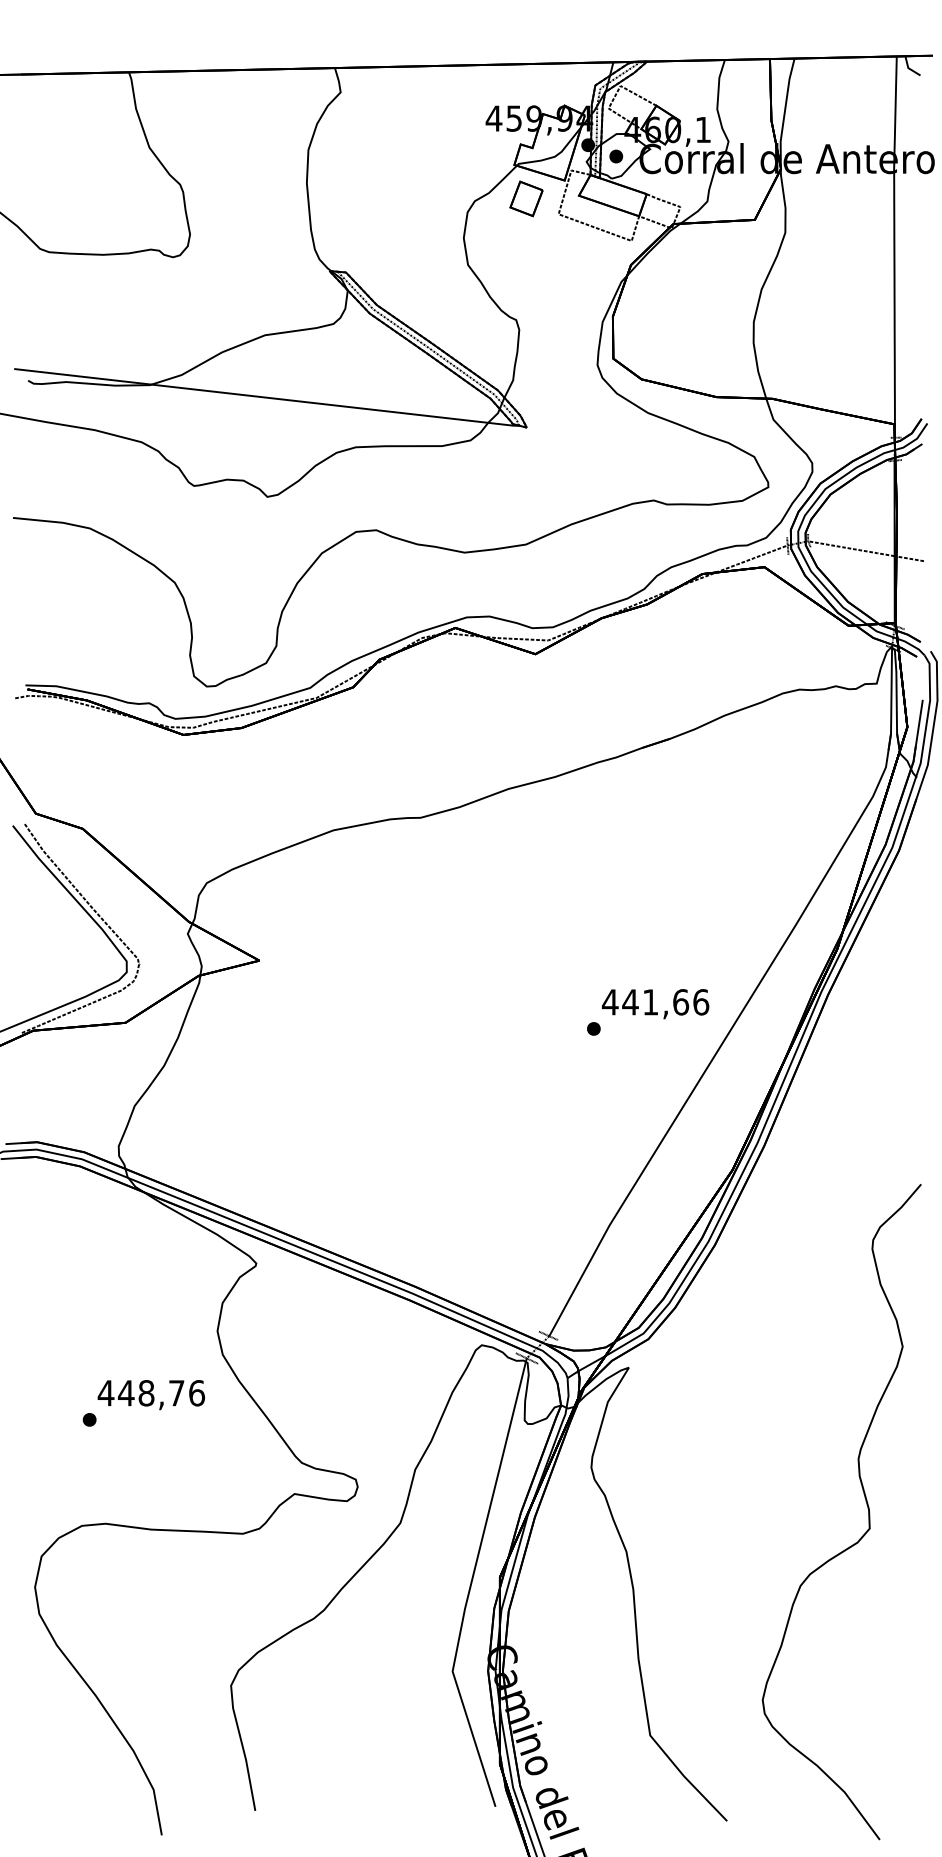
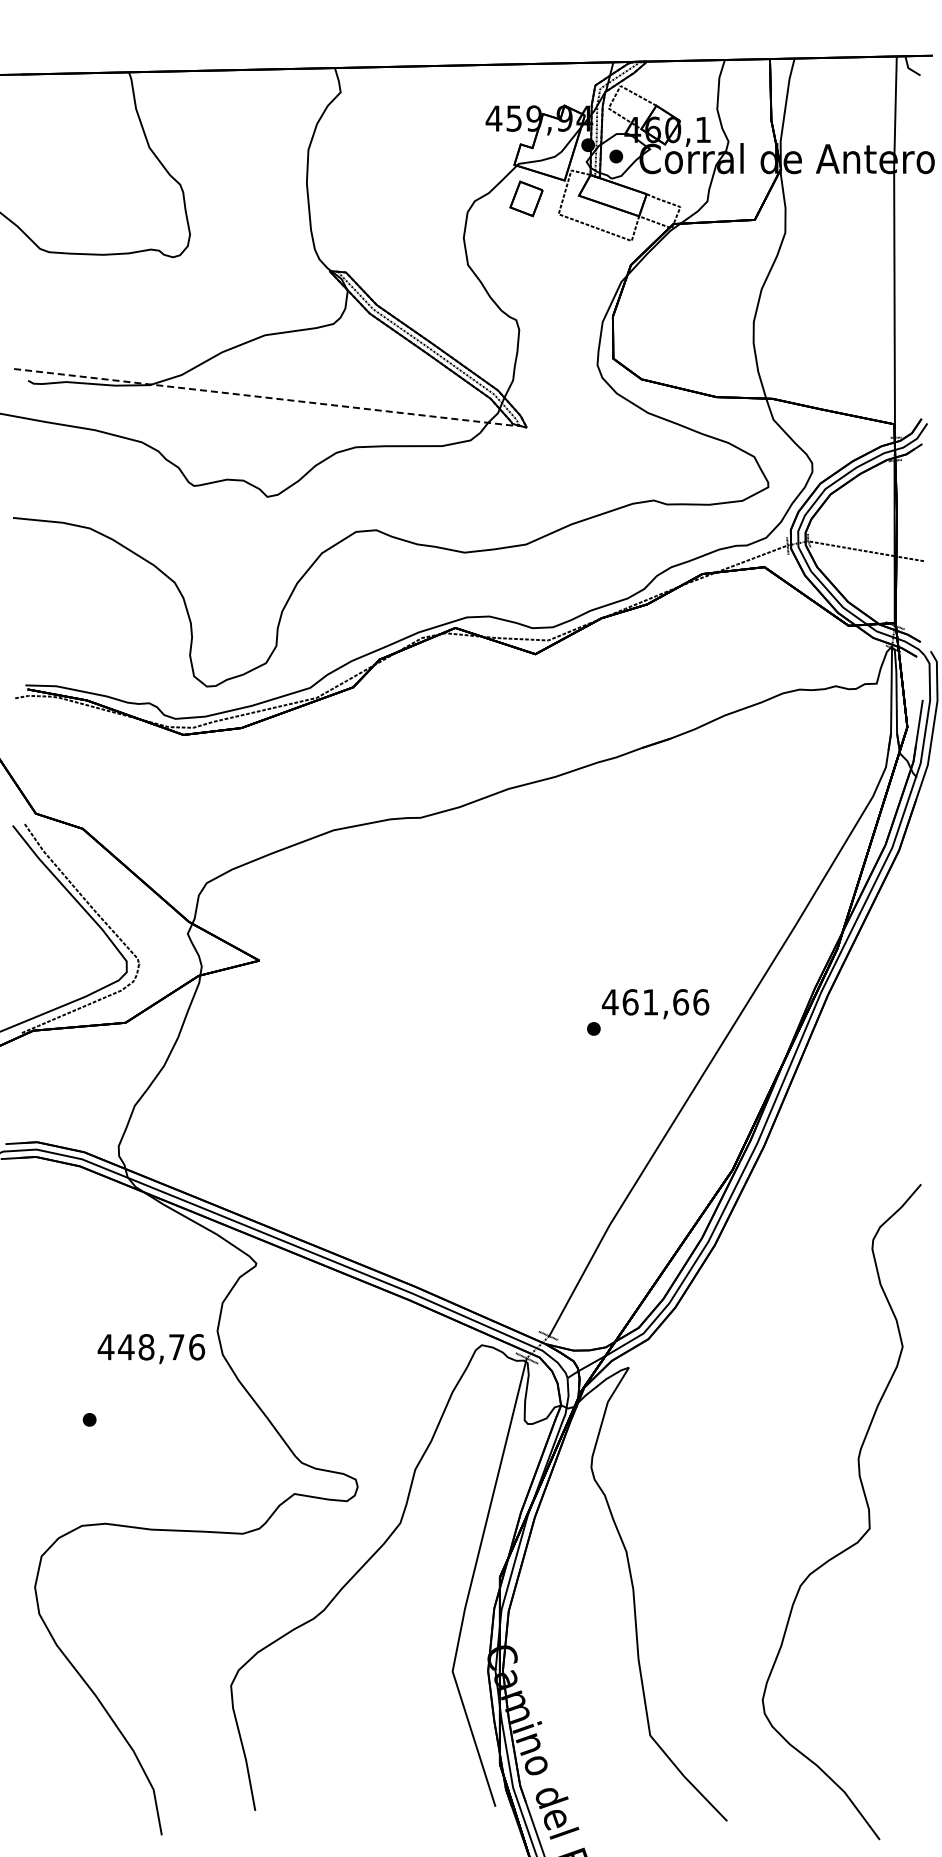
line at (268, 397): solid -> dashed
text at (630, 1002): 441,66 -> 461,66
text at (151, 1395) position: (151, 1395) -> (151, 1349)
